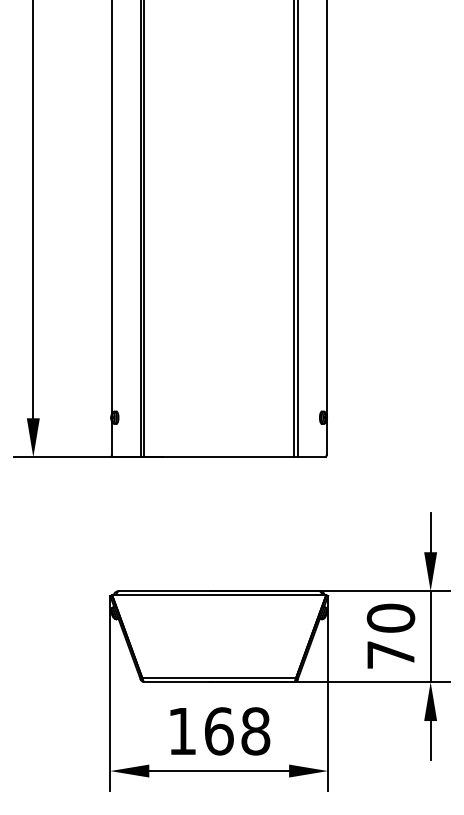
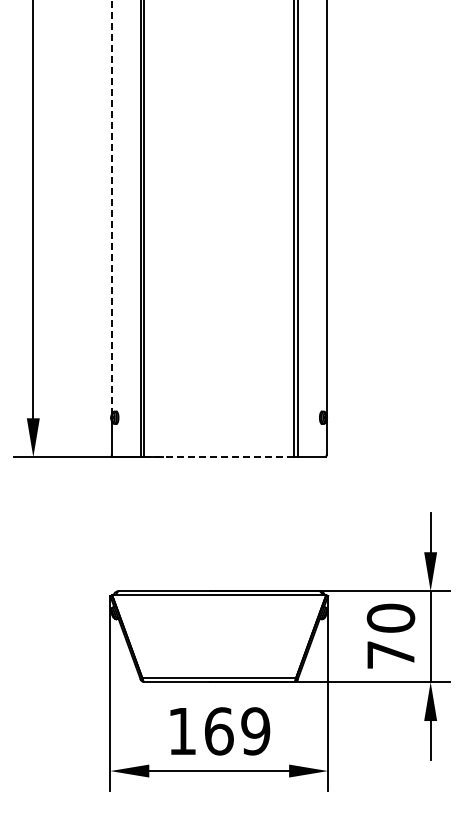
line at (111, 207): solid -> dashed
line at (219, 457): solid -> dashed
text at (255, 731): 168 -> 169
